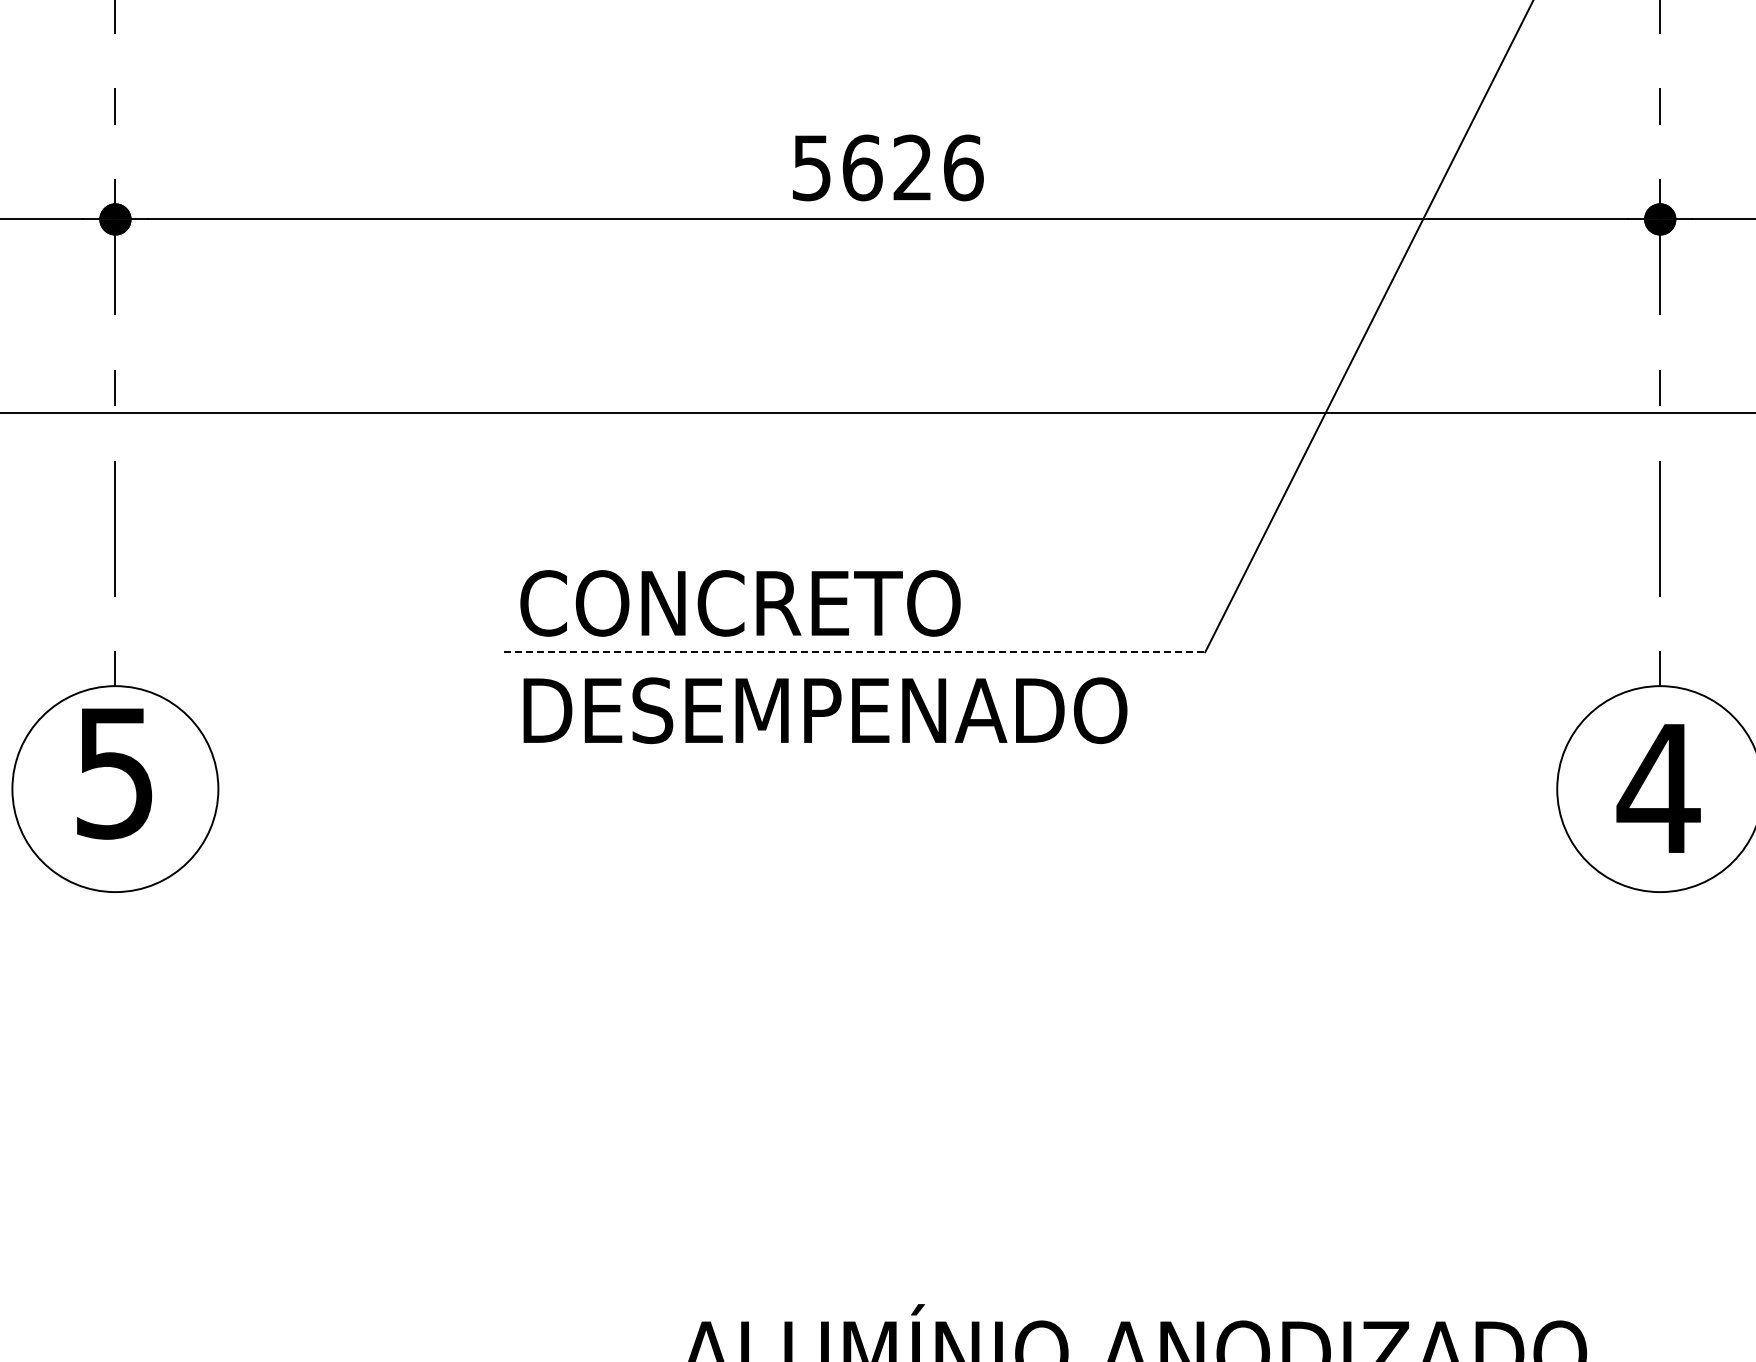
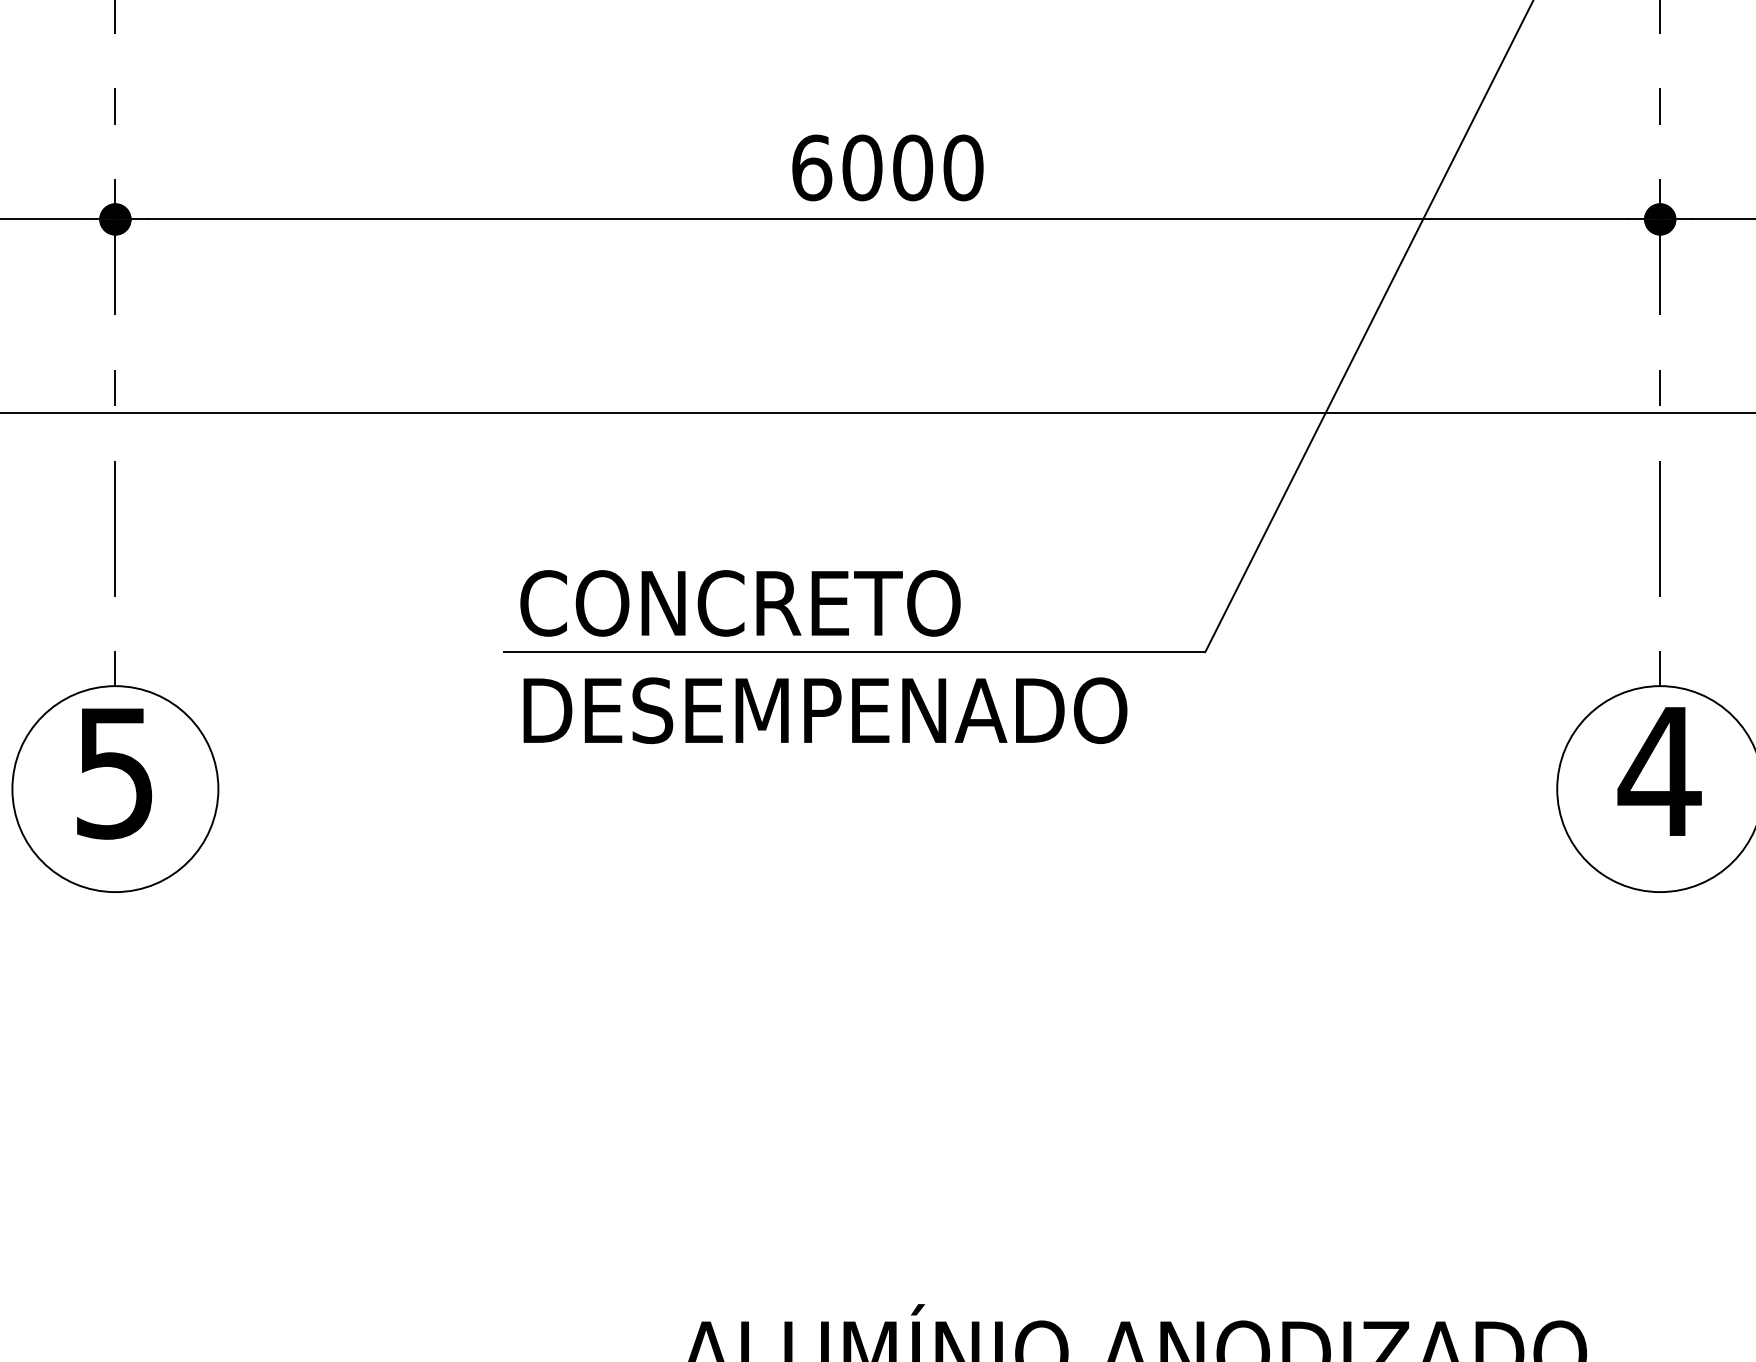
text at (887, 167): 5626 -> 6000
line at (854, 652): dashed -> solid
text at (1658, 788) position: (1658, 788) -> (1659, 771)
